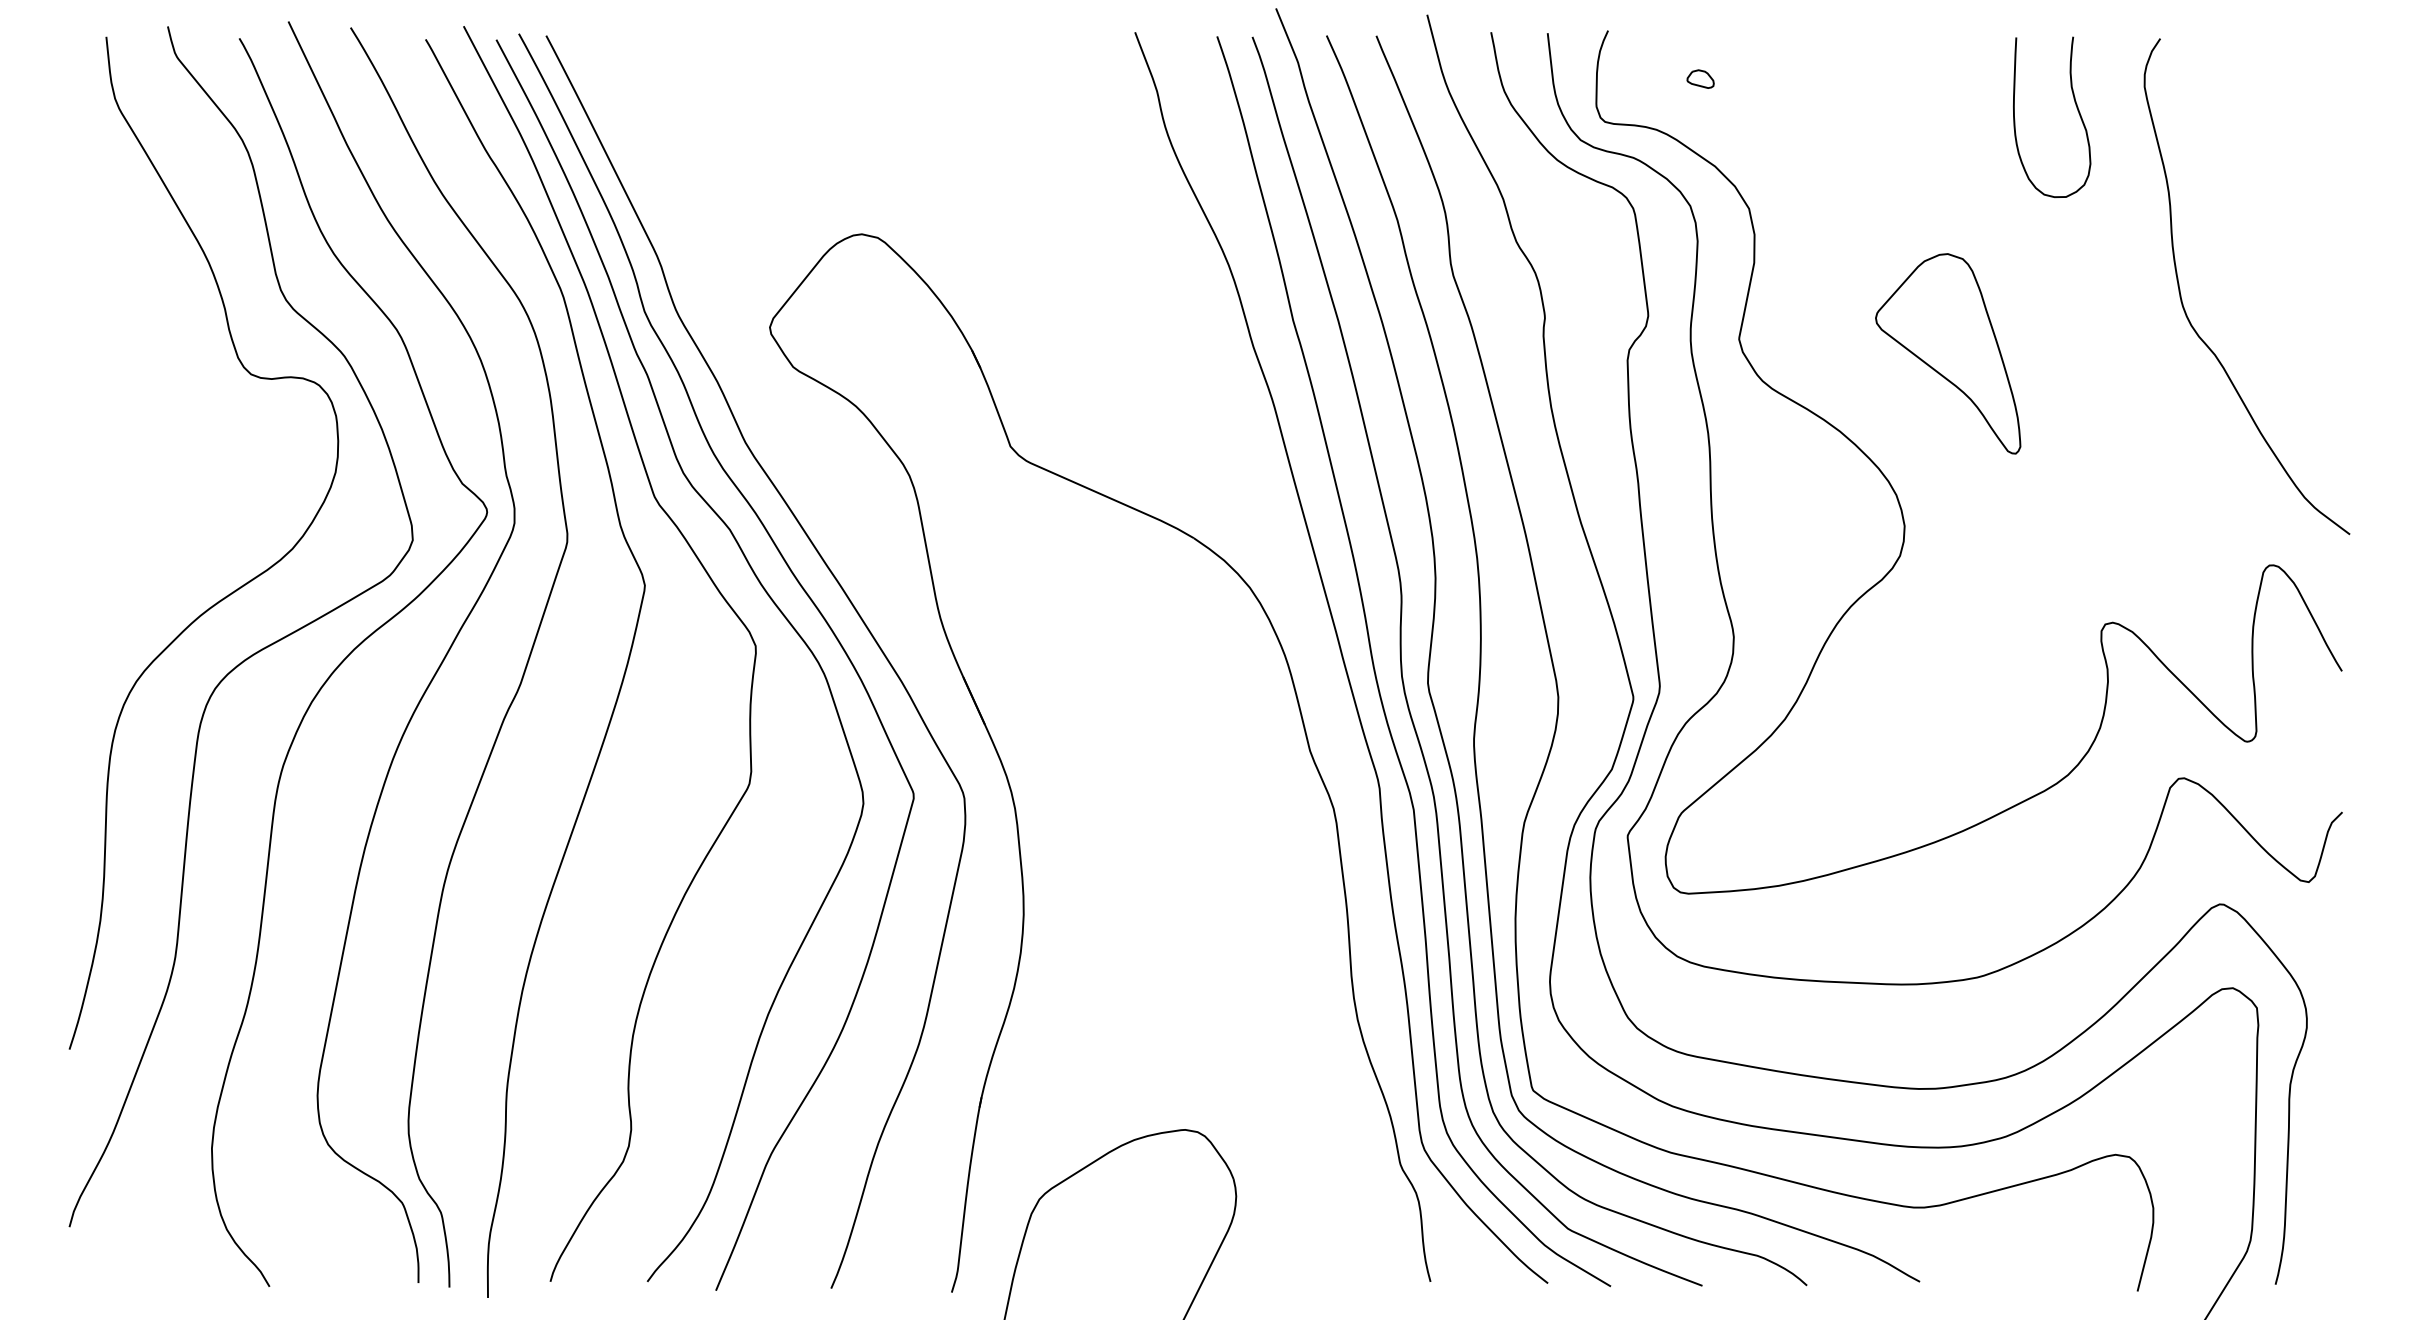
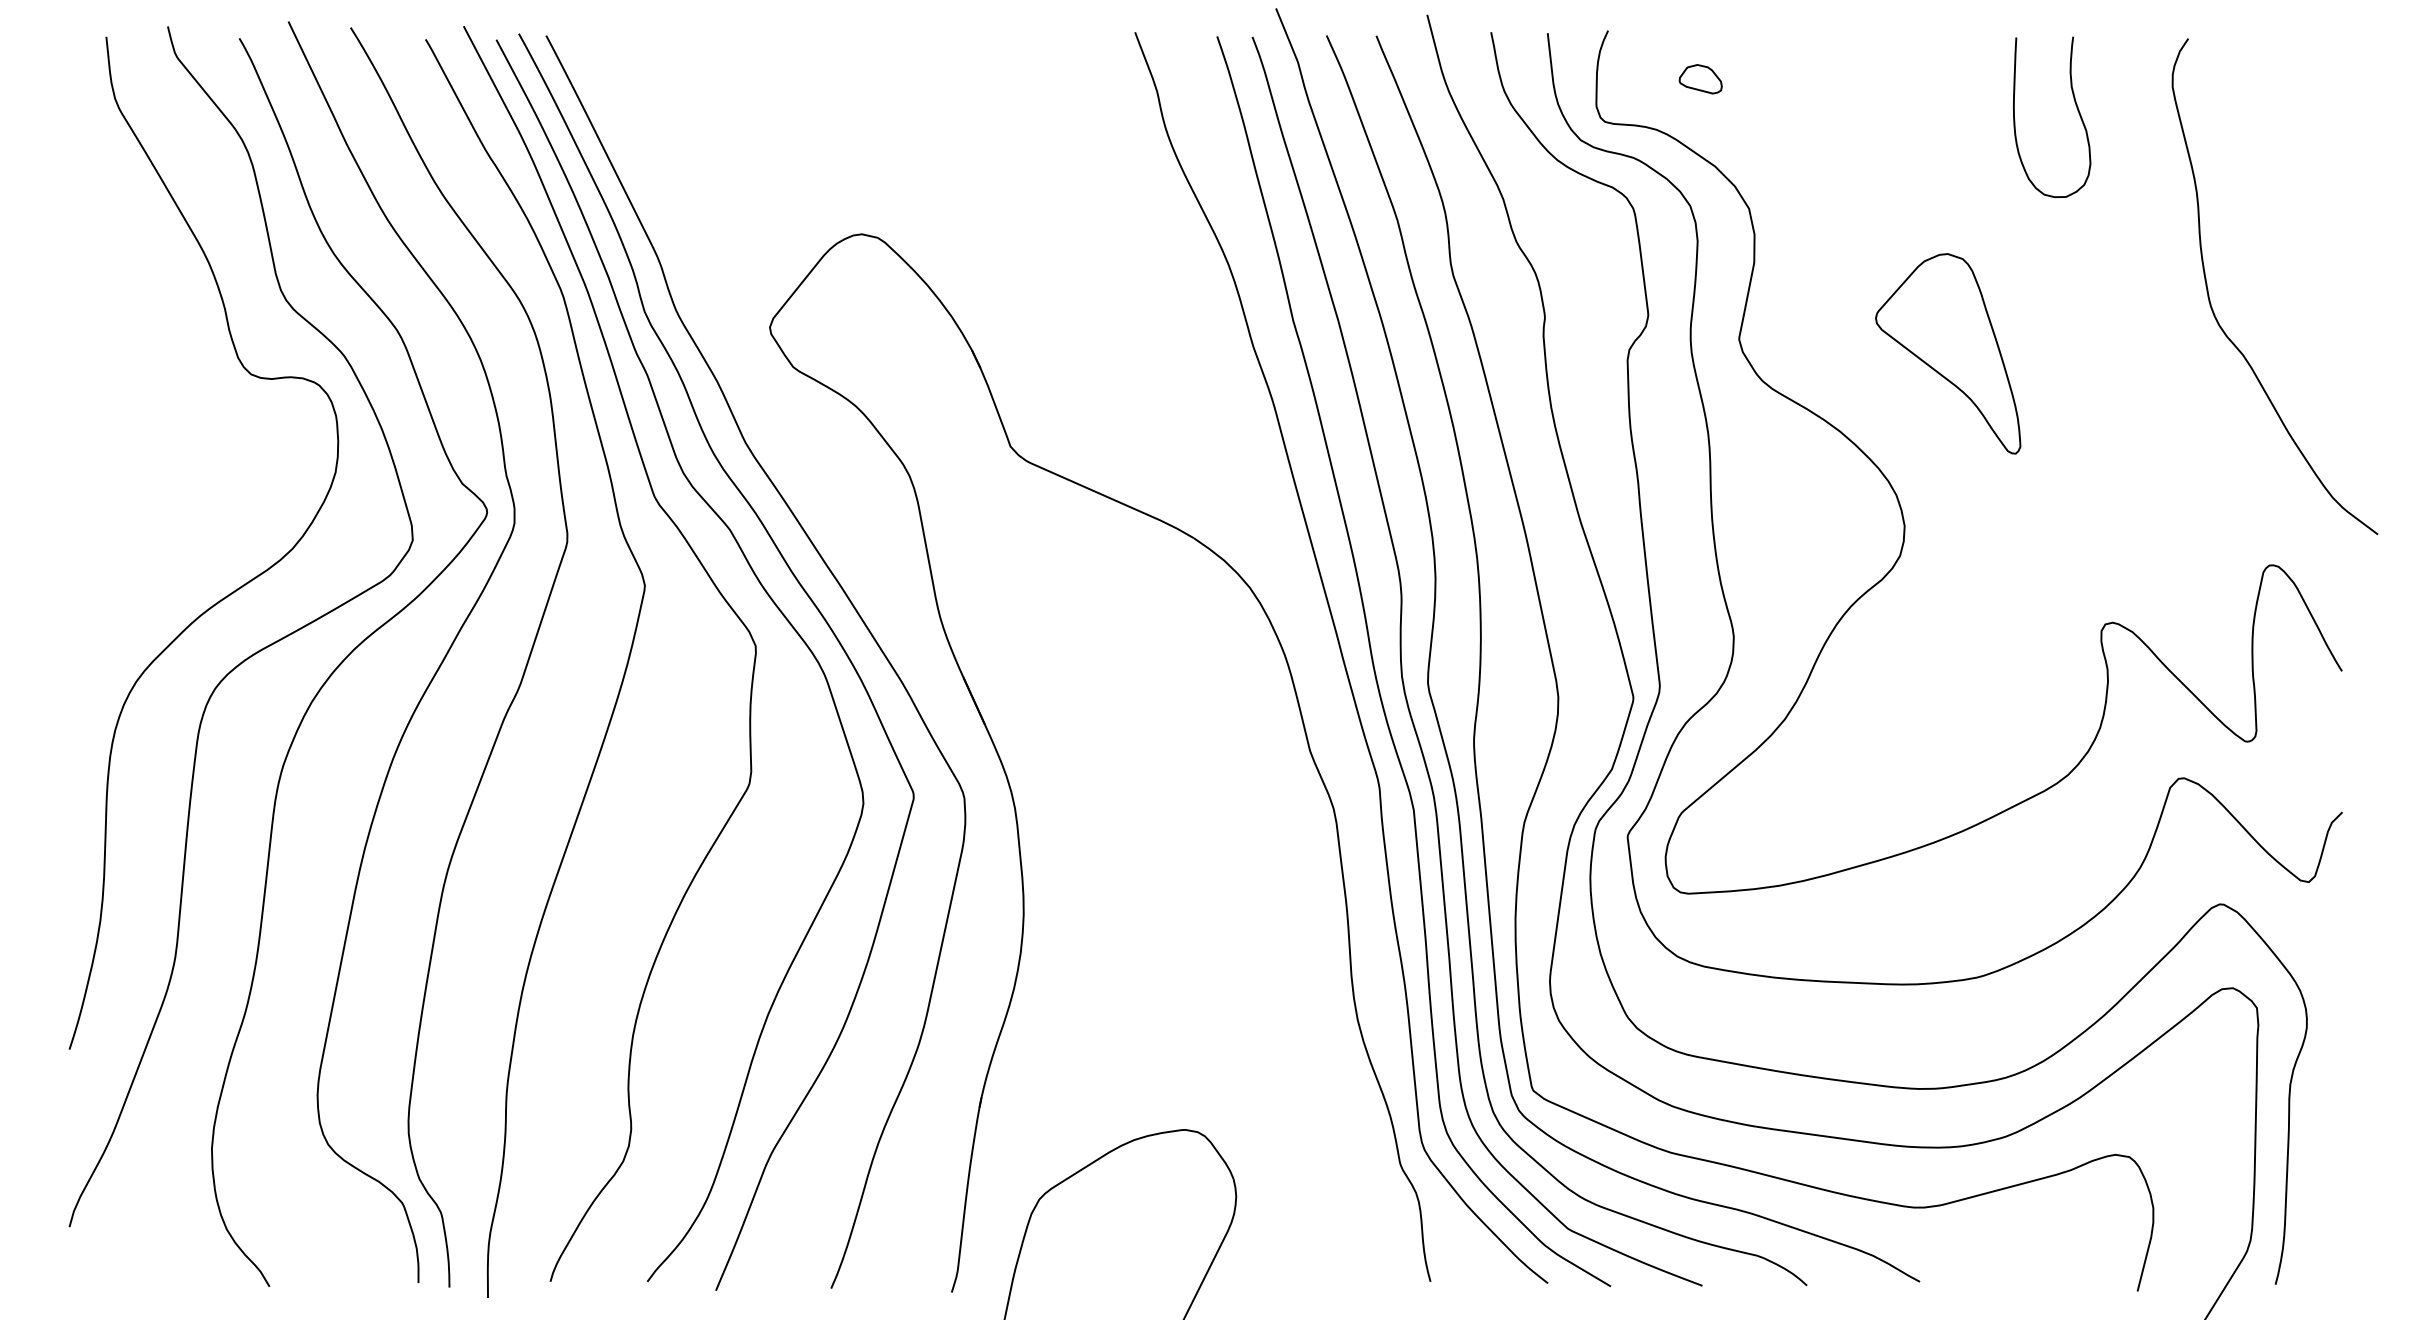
part at (1700, 78) size: 29x20 px -> 45x31 px
curve at (2185, 309) position: (2185, 309) -> (2213, 309)
